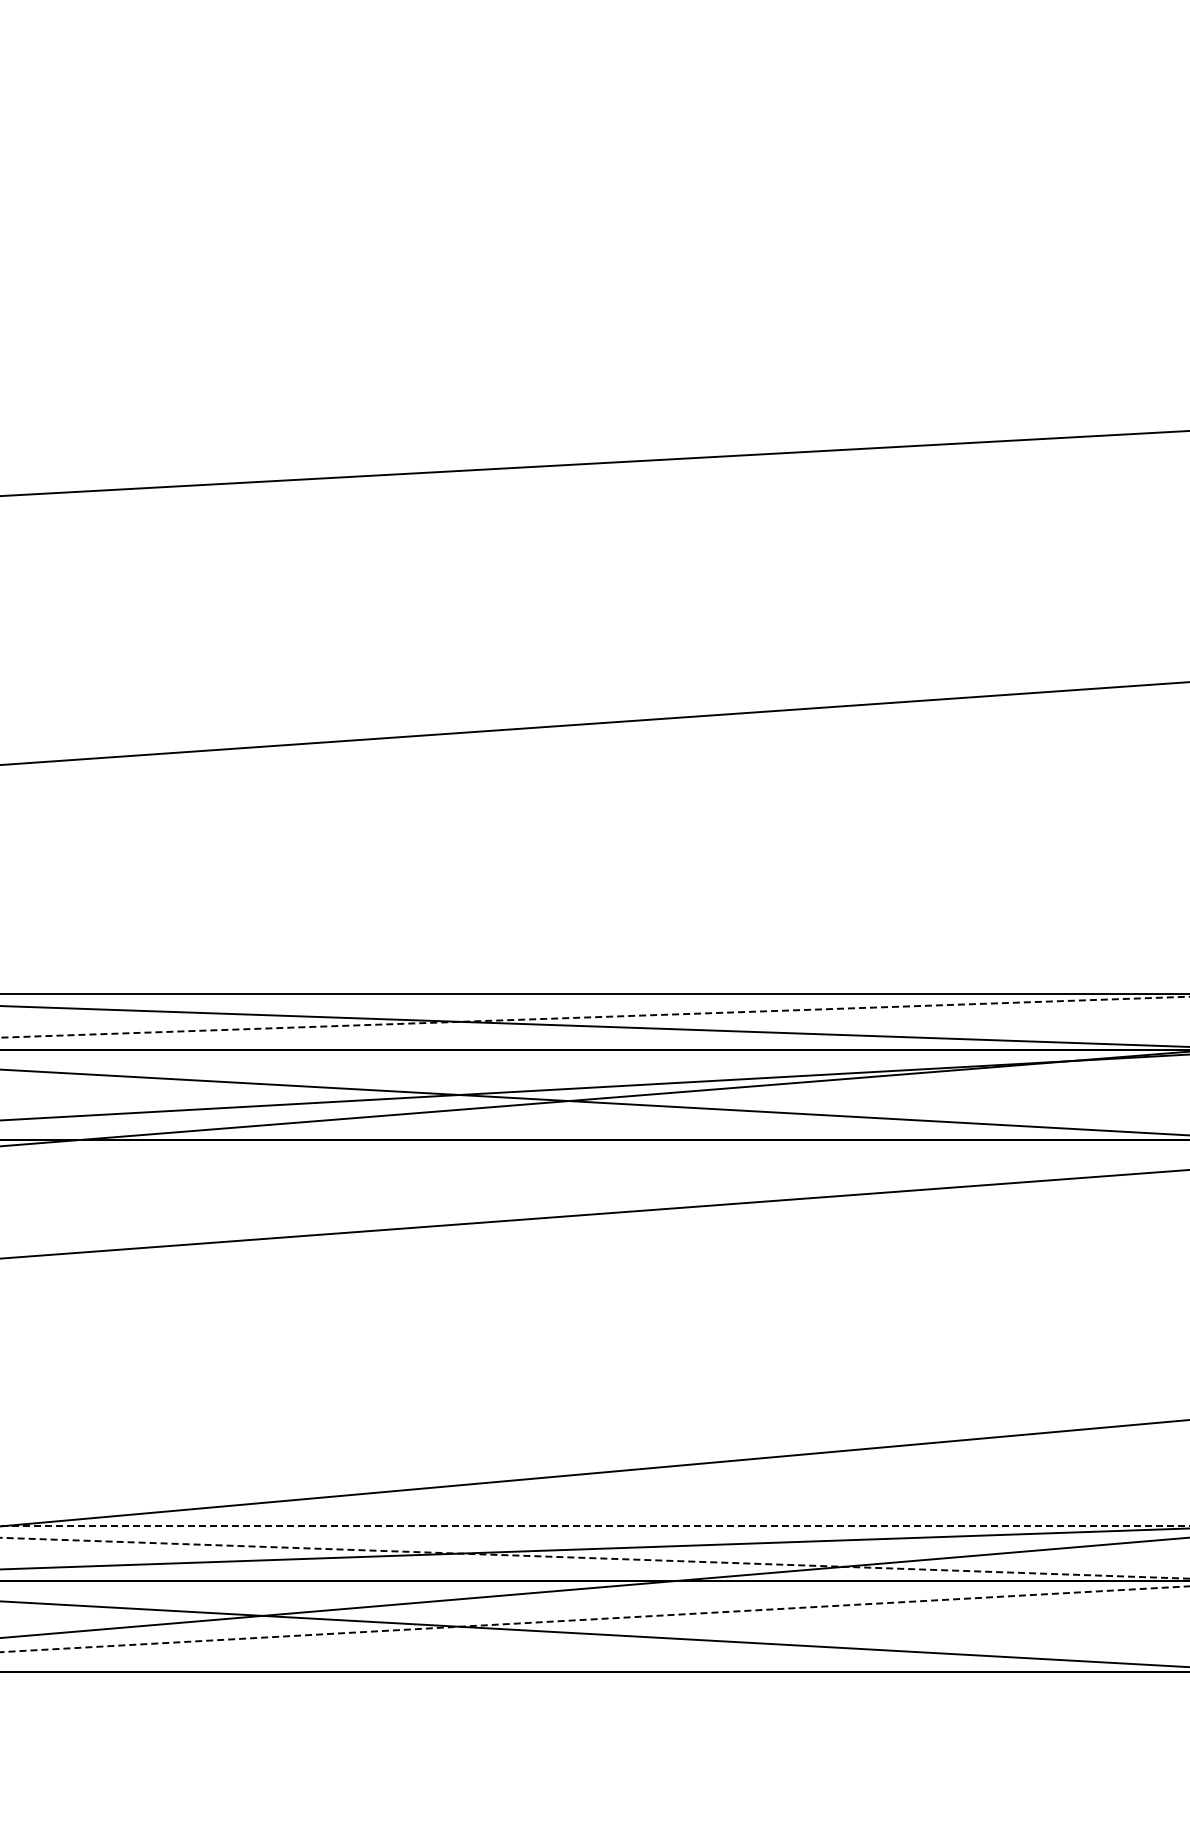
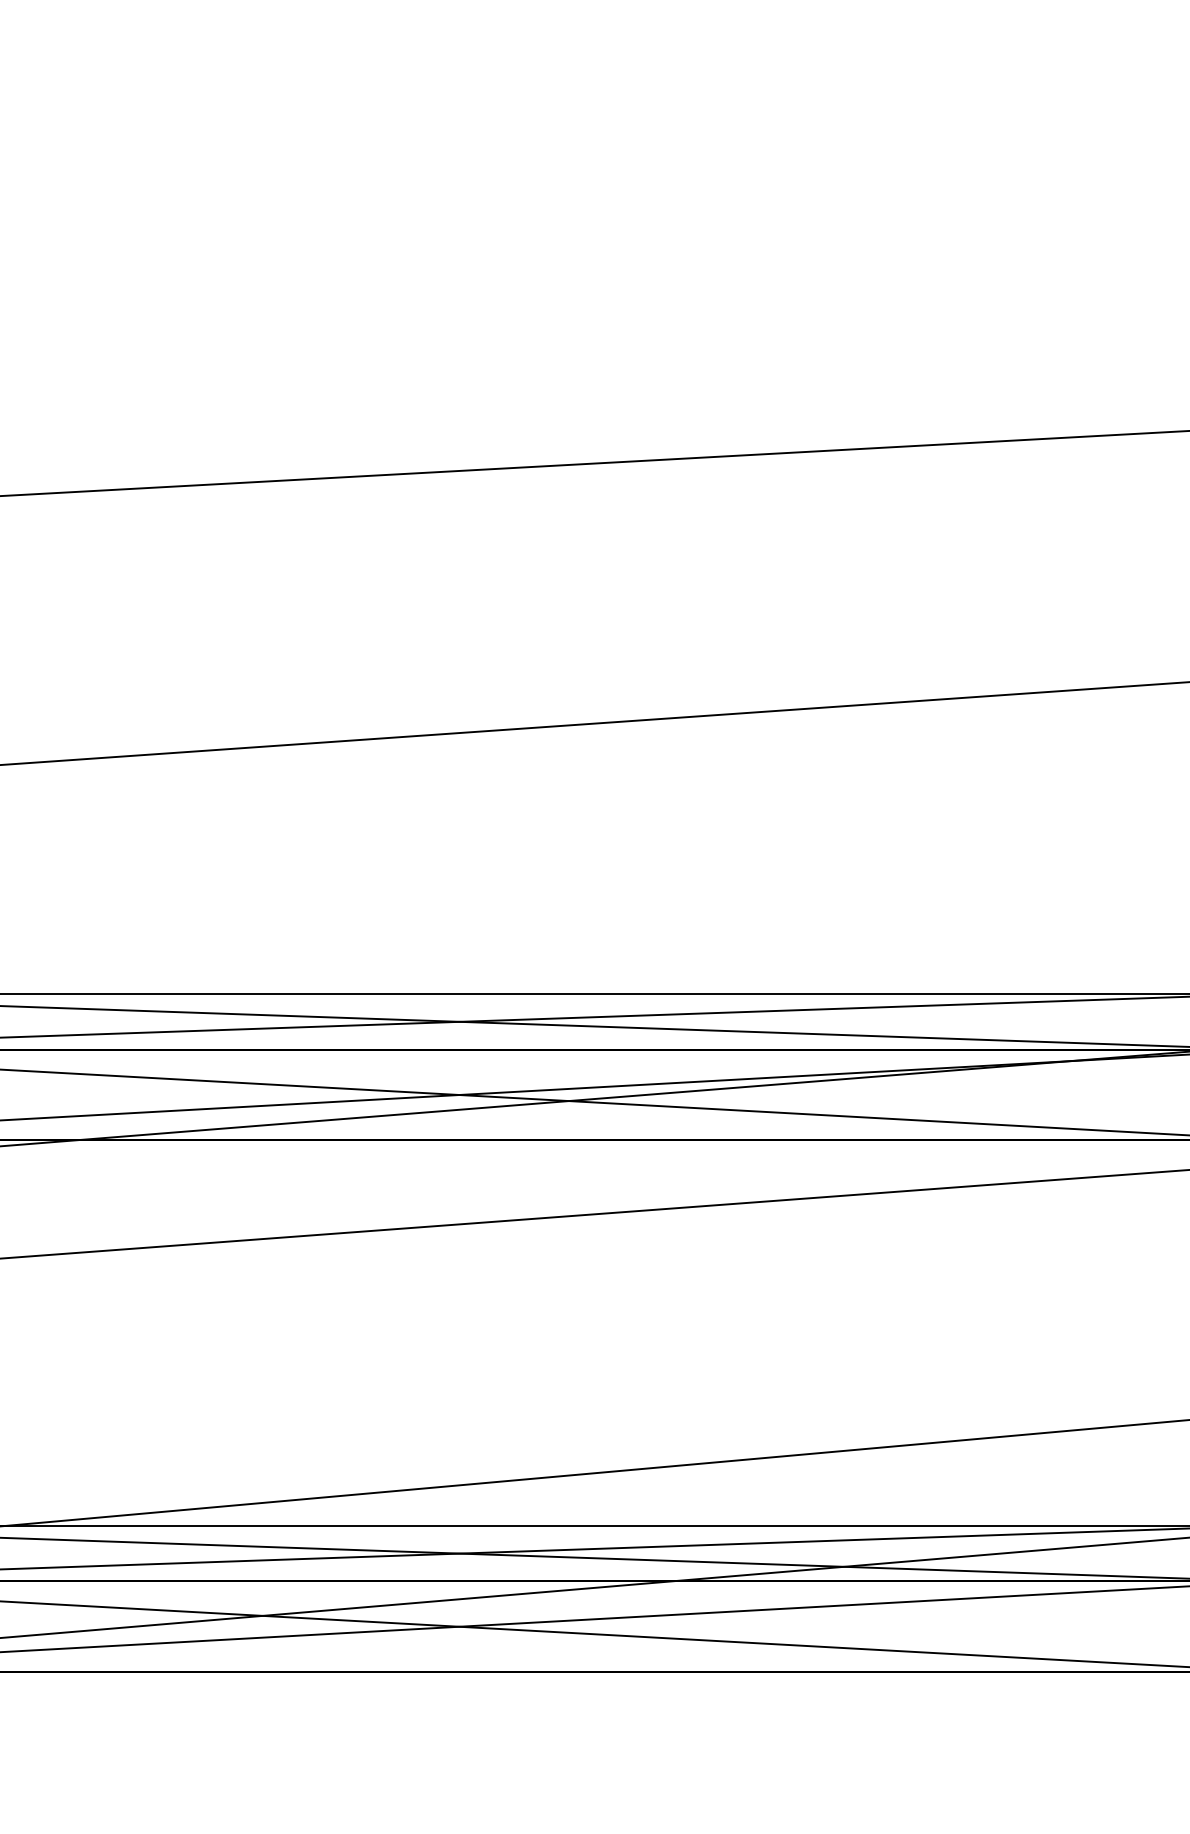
line at (594, 1017): dashed -> solid
line at (594, 1525): dashed -> solid
line at (594, 1558): dashed -> solid
line at (594, 1619): dashed -> solid
